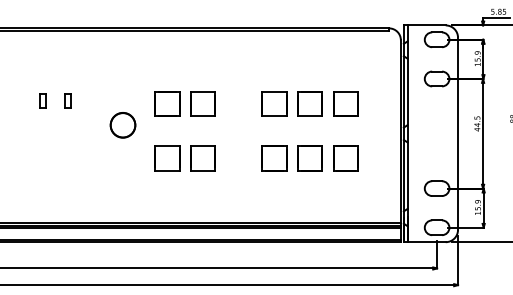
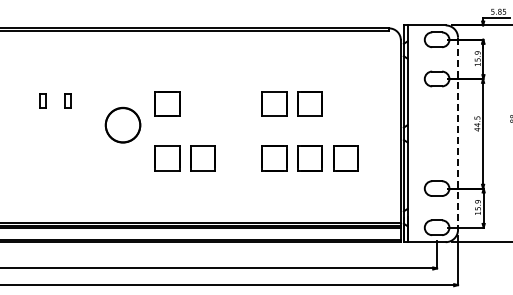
part at (202, 103): present -> none
part at (345, 103): present -> none
part at (122, 125) size: 28x27 px -> 38x38 px
line at (458, 134): solid -> dashed
